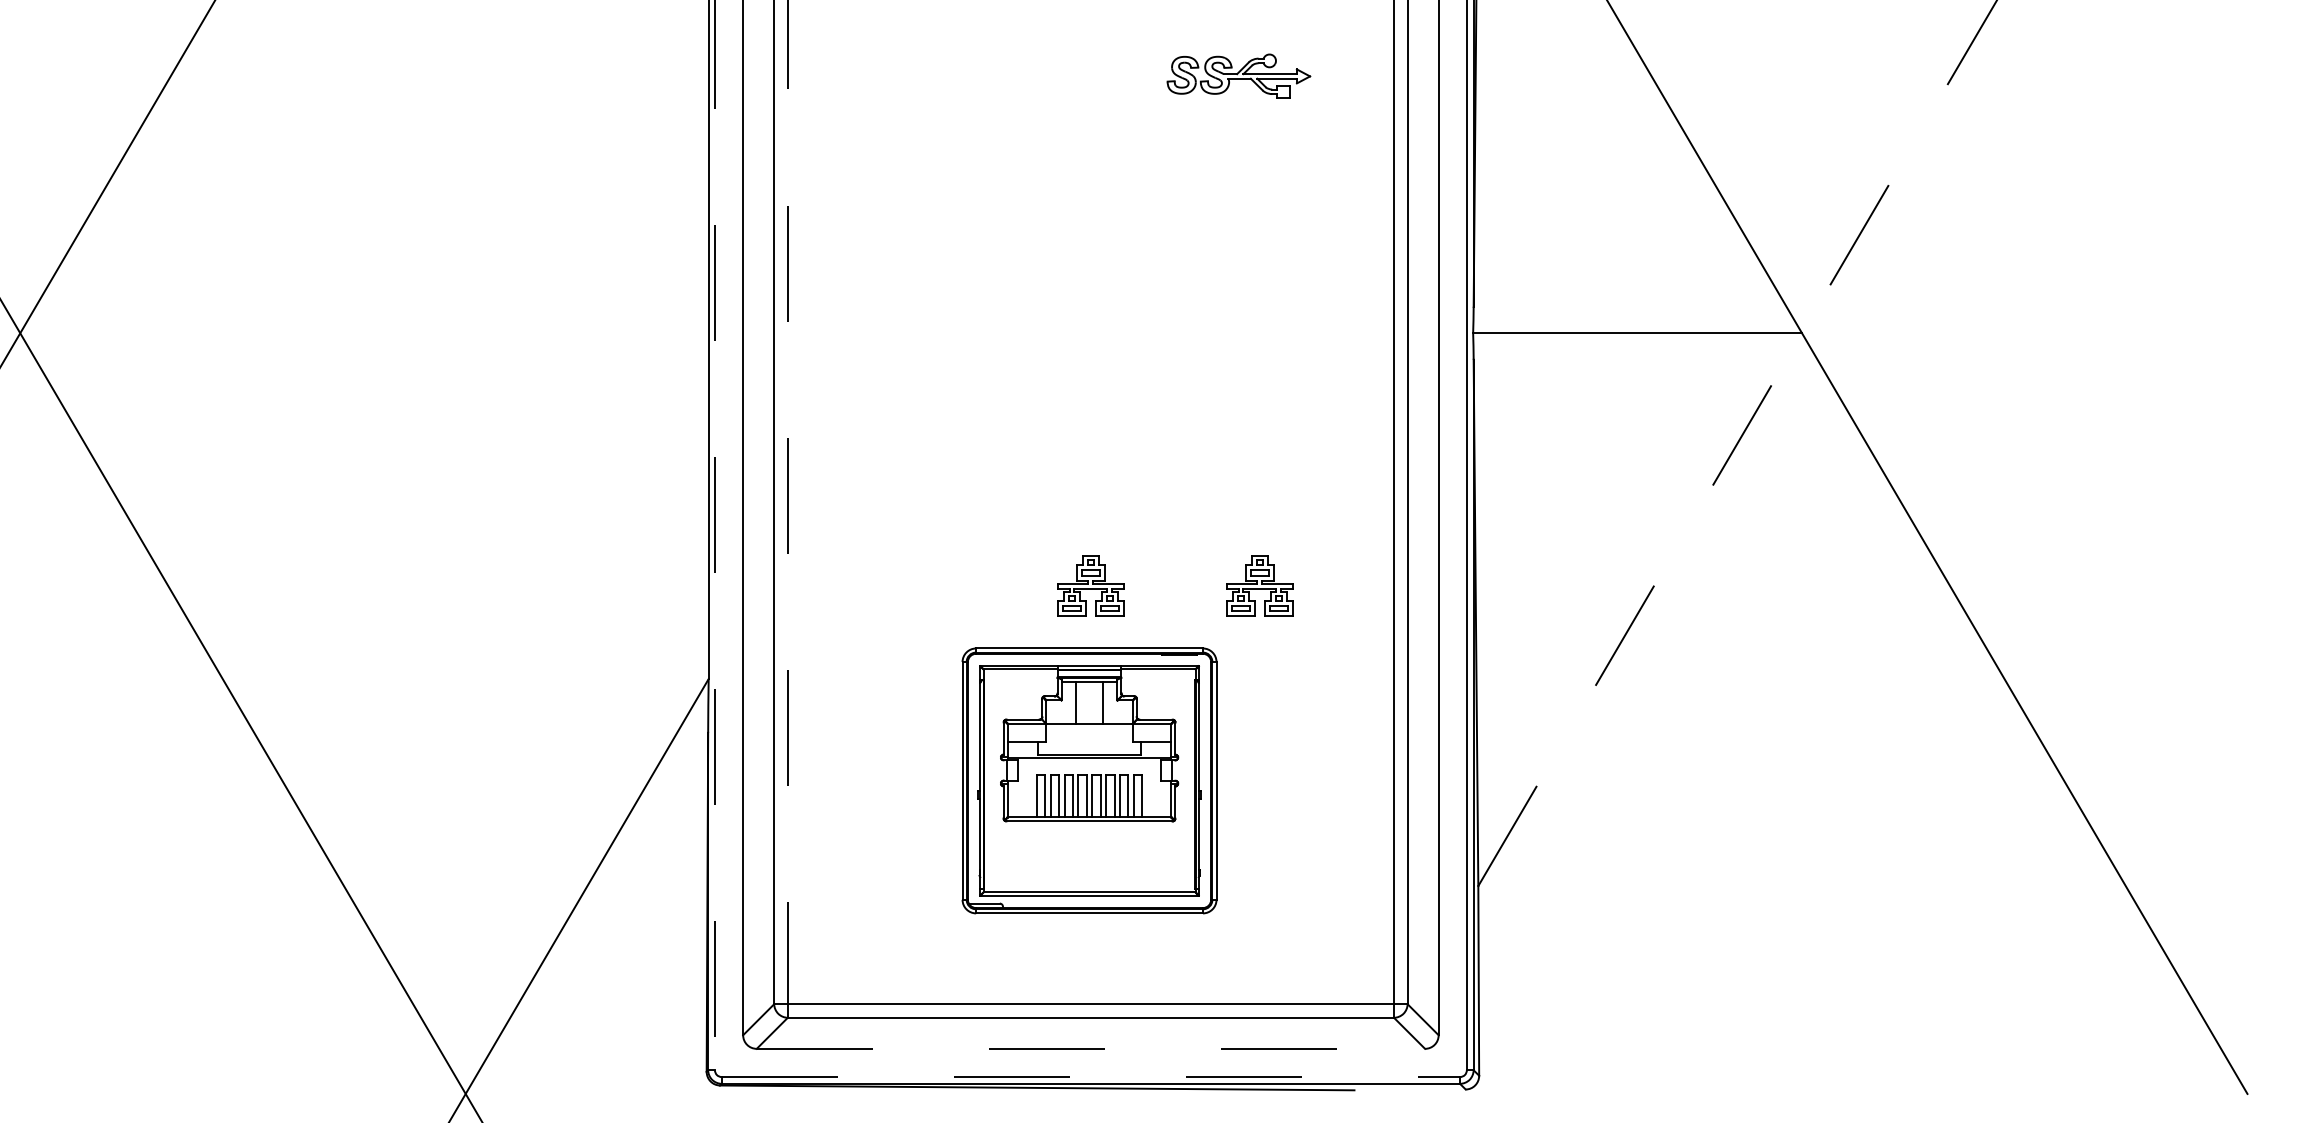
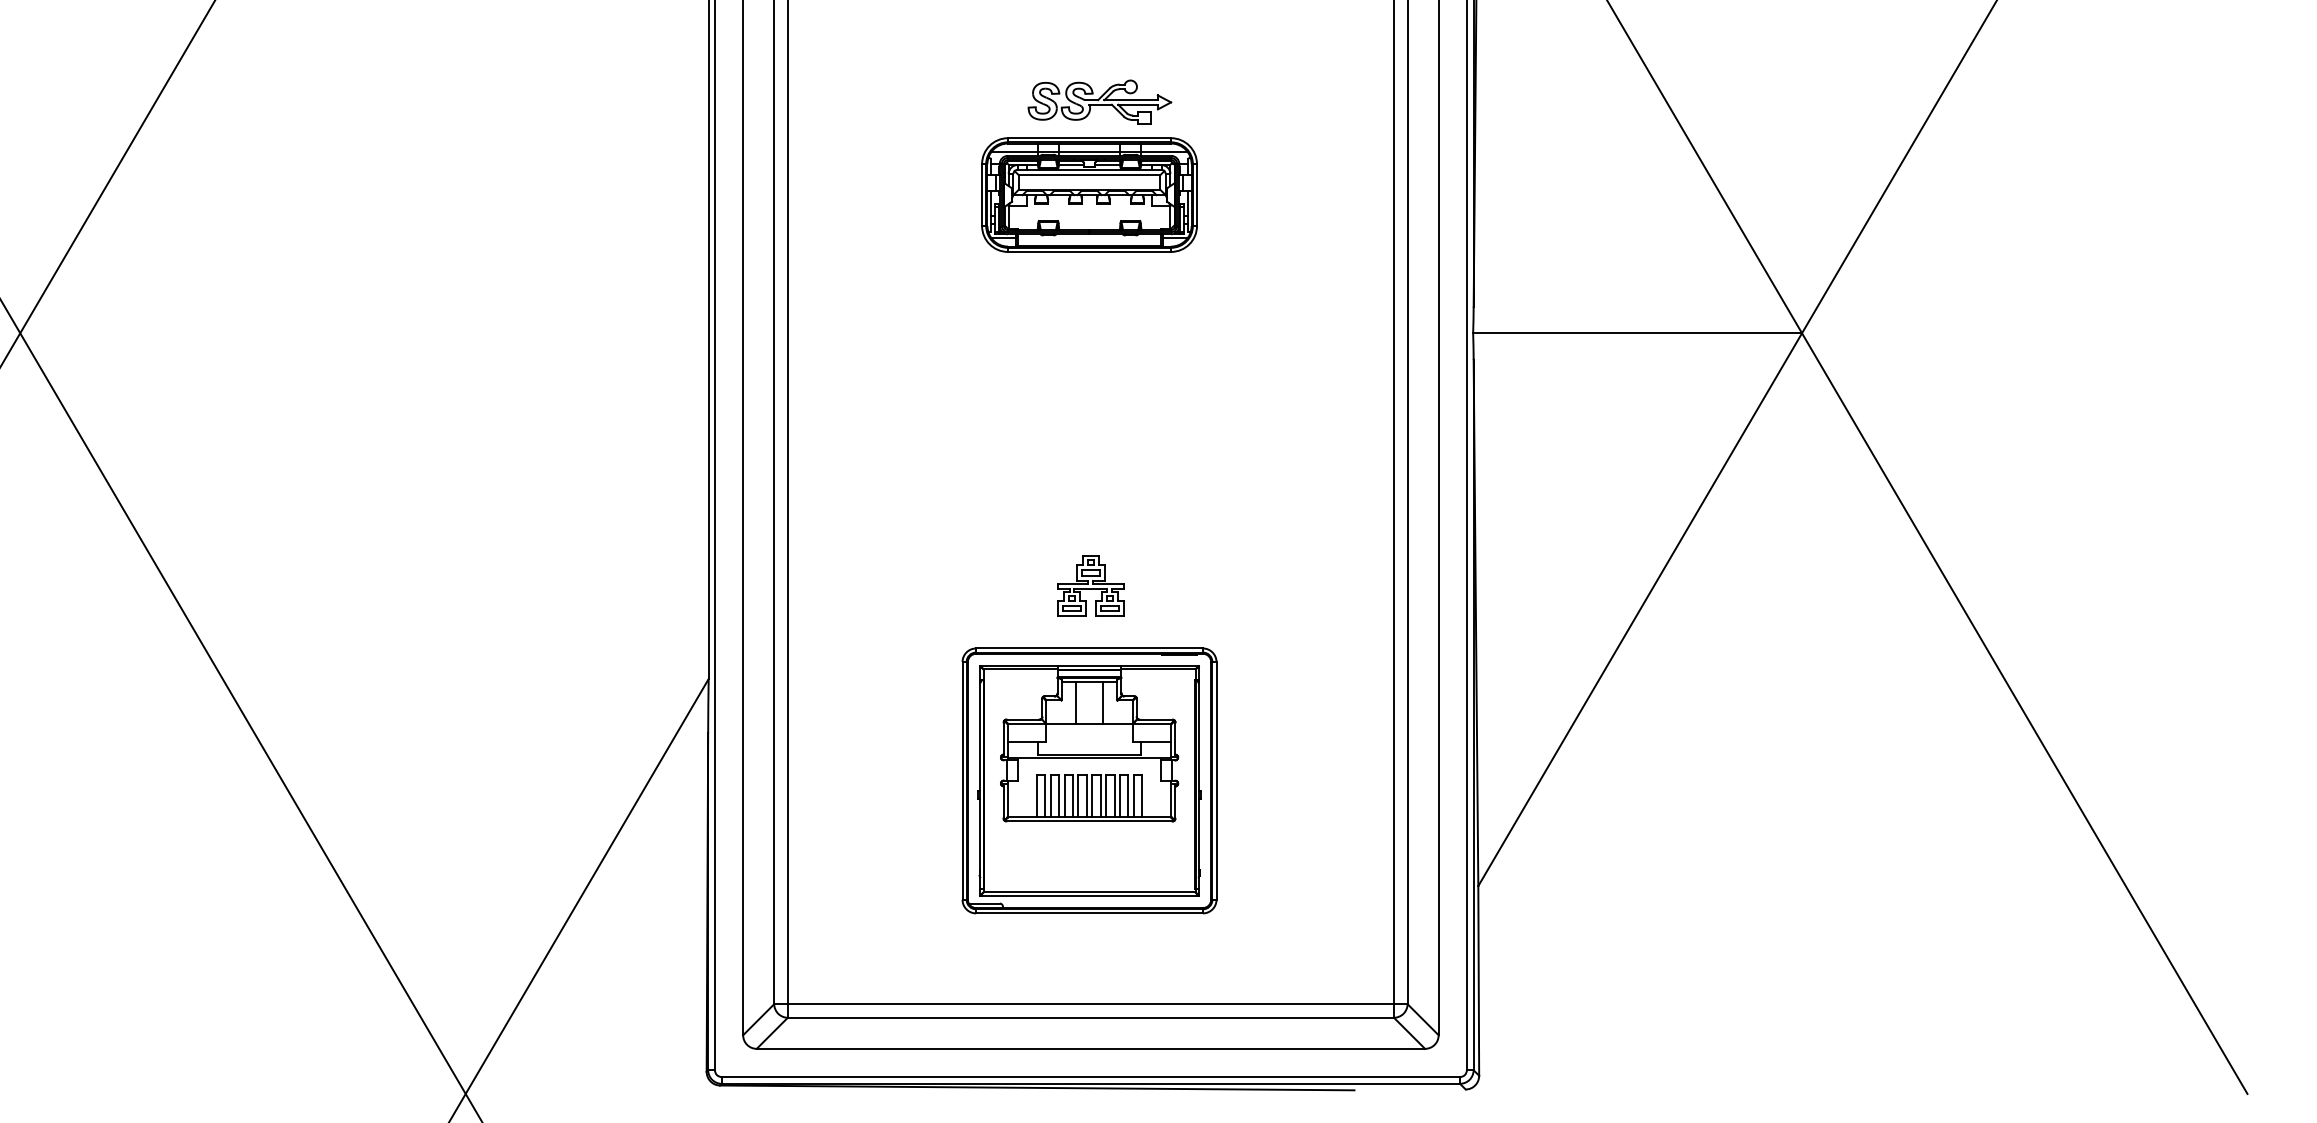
part at (1238, 75) position: (1238, 75) -> (1099, 101)
part at (1089, 194): none -> present
line at (1737, 442): dashed -> solid
line at (787, 509): dashed -> solid
line at (714, 535): dashed -> solid
part at (1259, 585): present -> none
line at (1091, 1048): dashed -> solid
line at (1091, 1077): dashed -> solid
